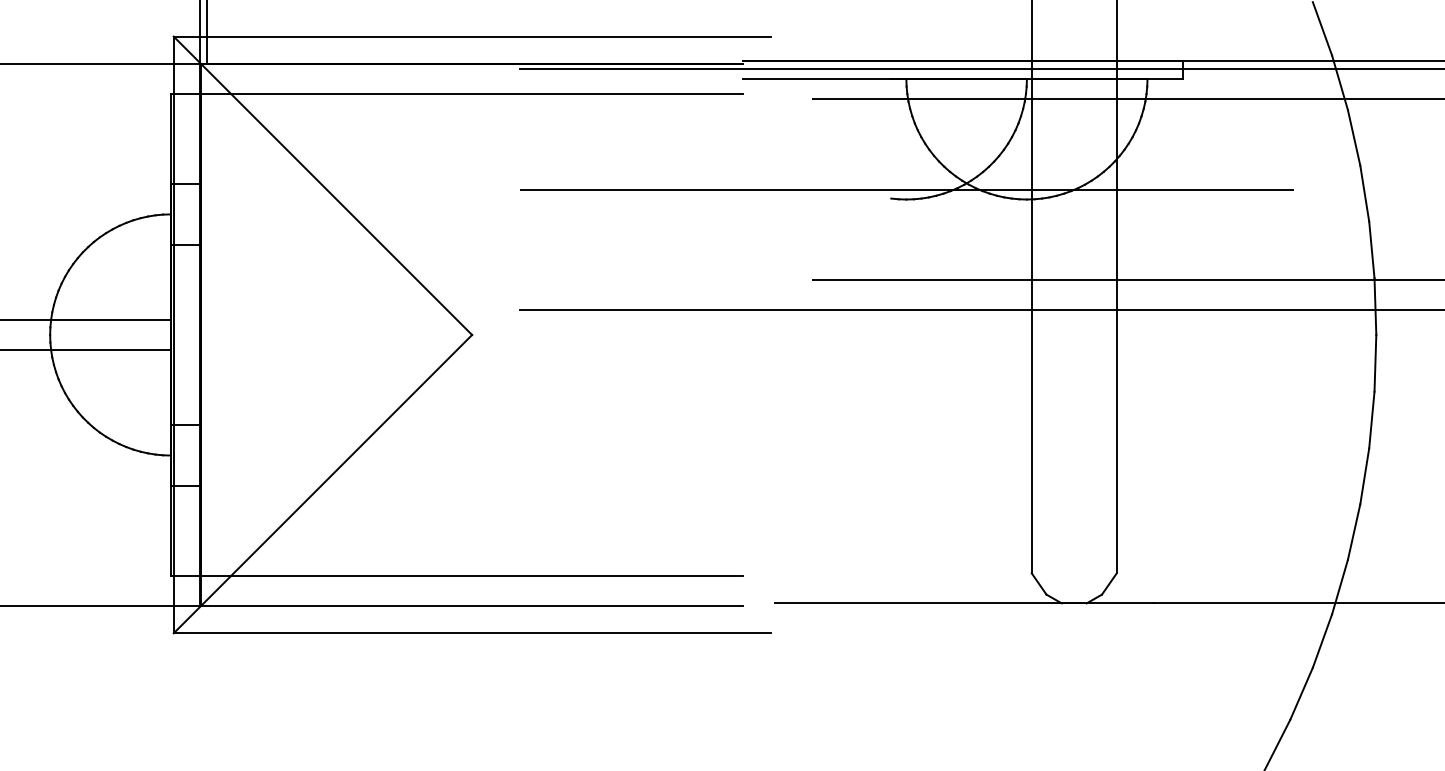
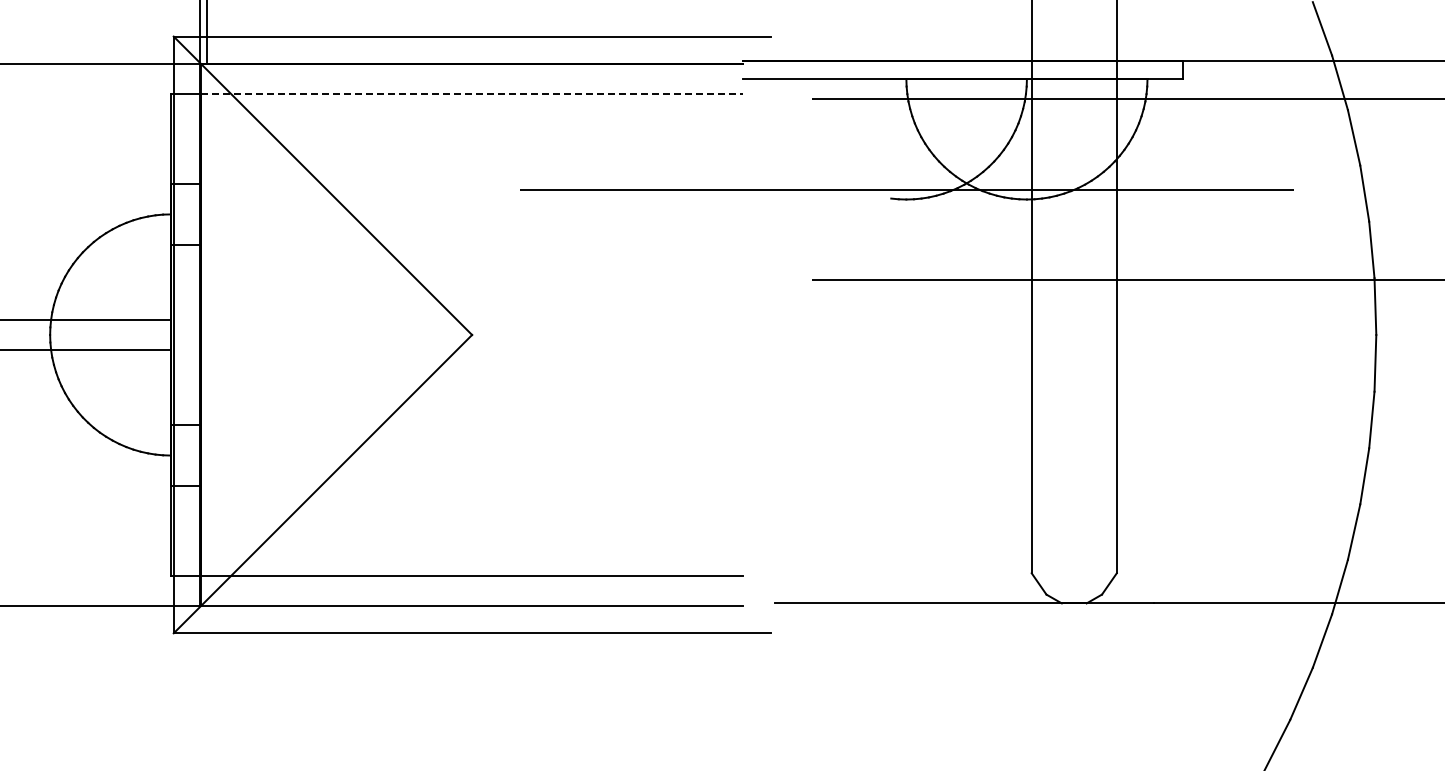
line at (980, 69): present -> none
line at (472, 93): solid -> dashed
line at (980, 310): present -> none
